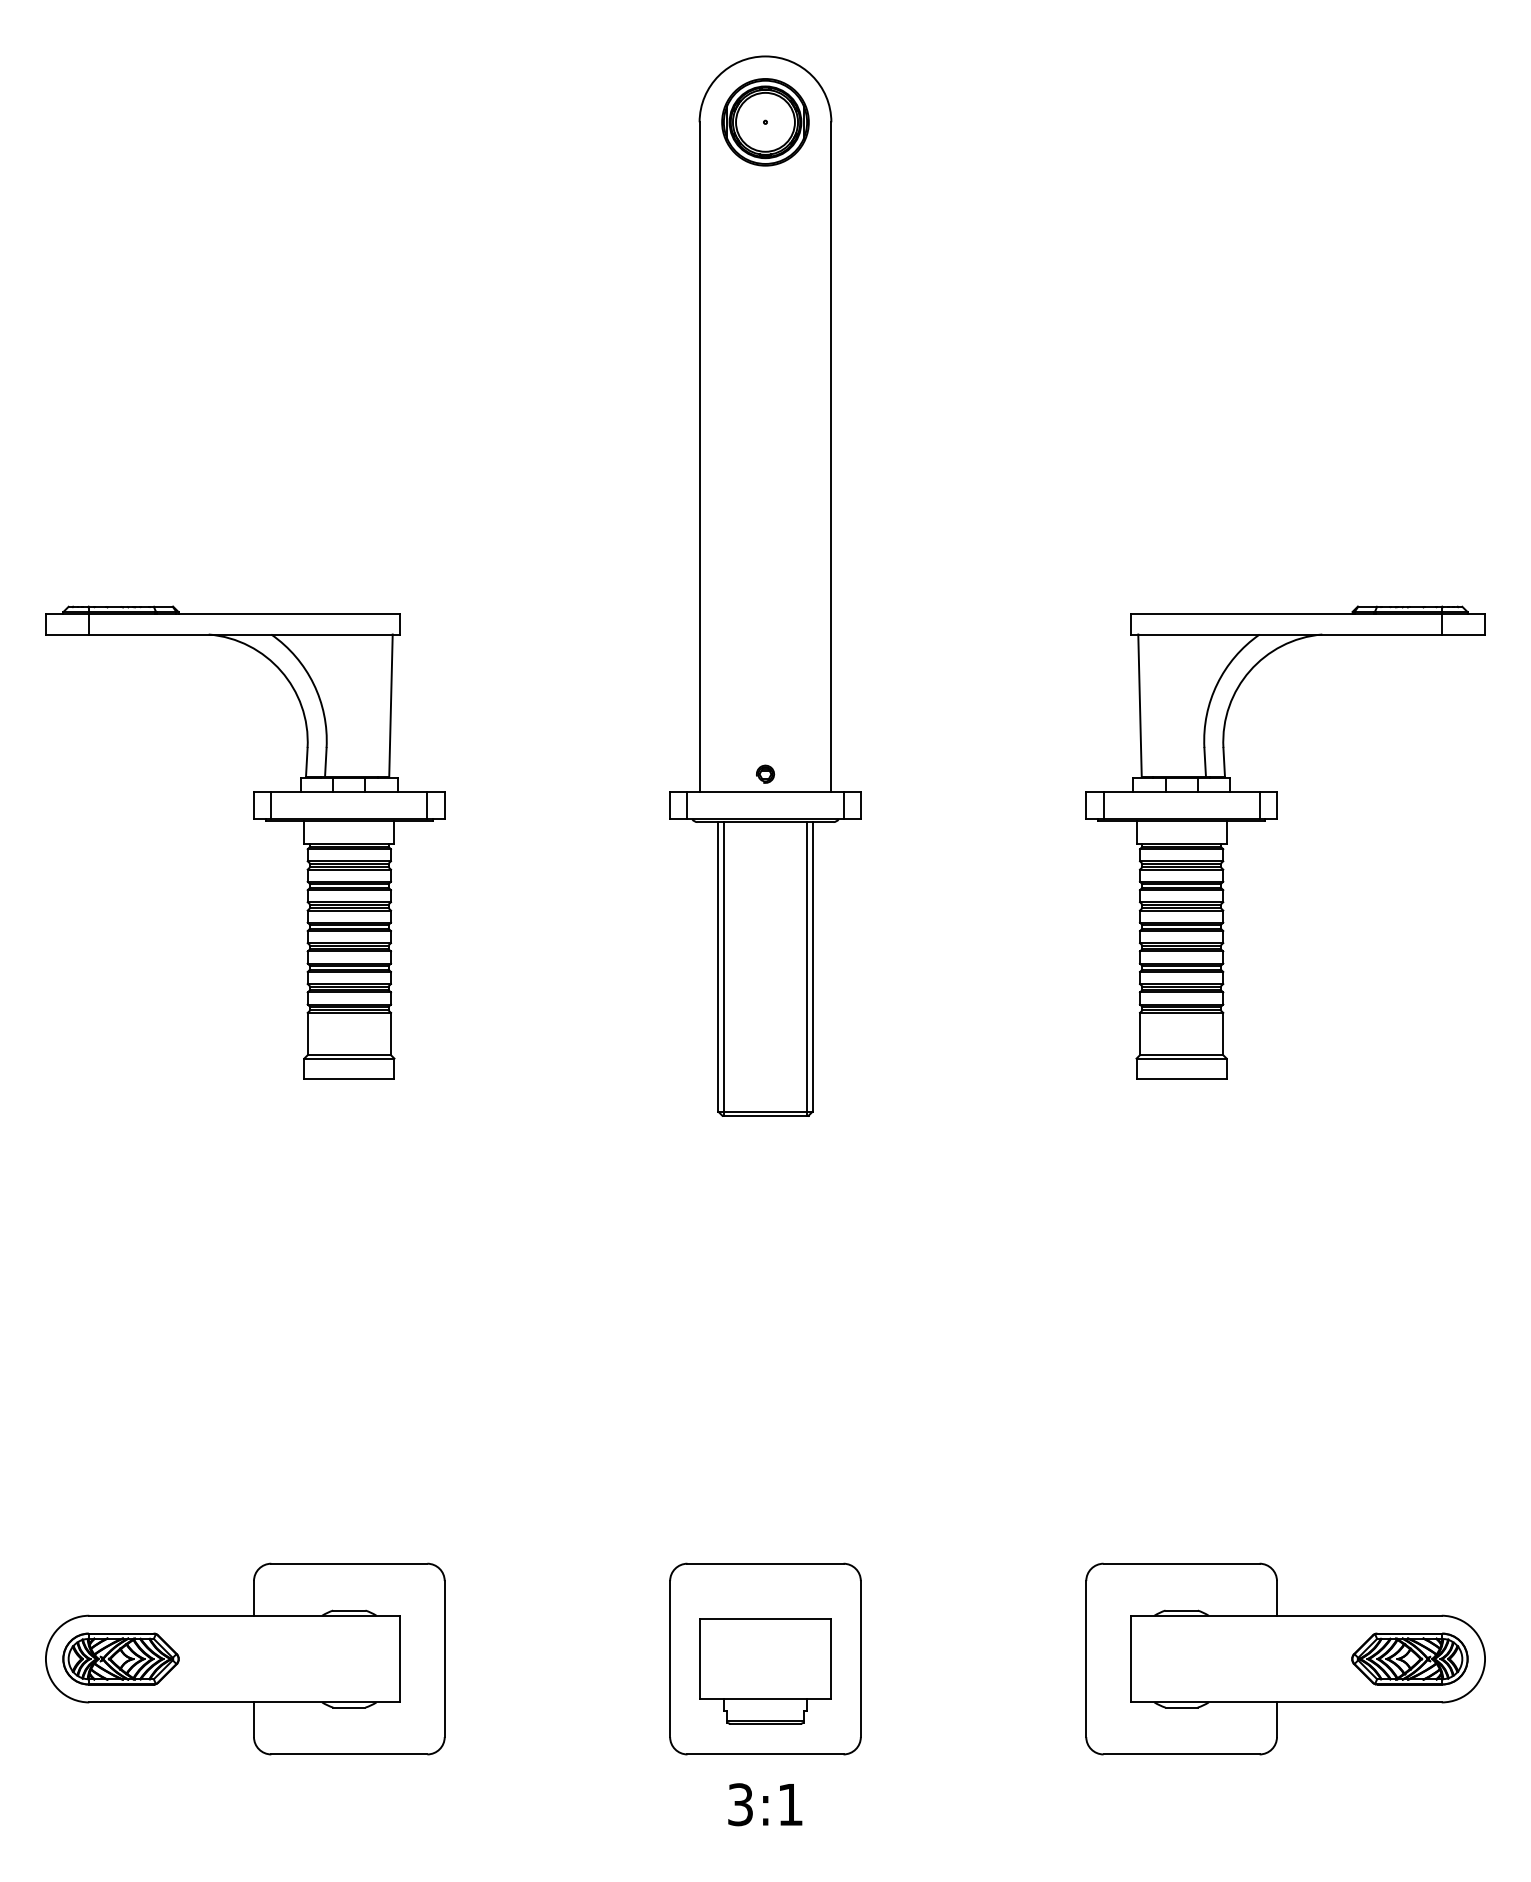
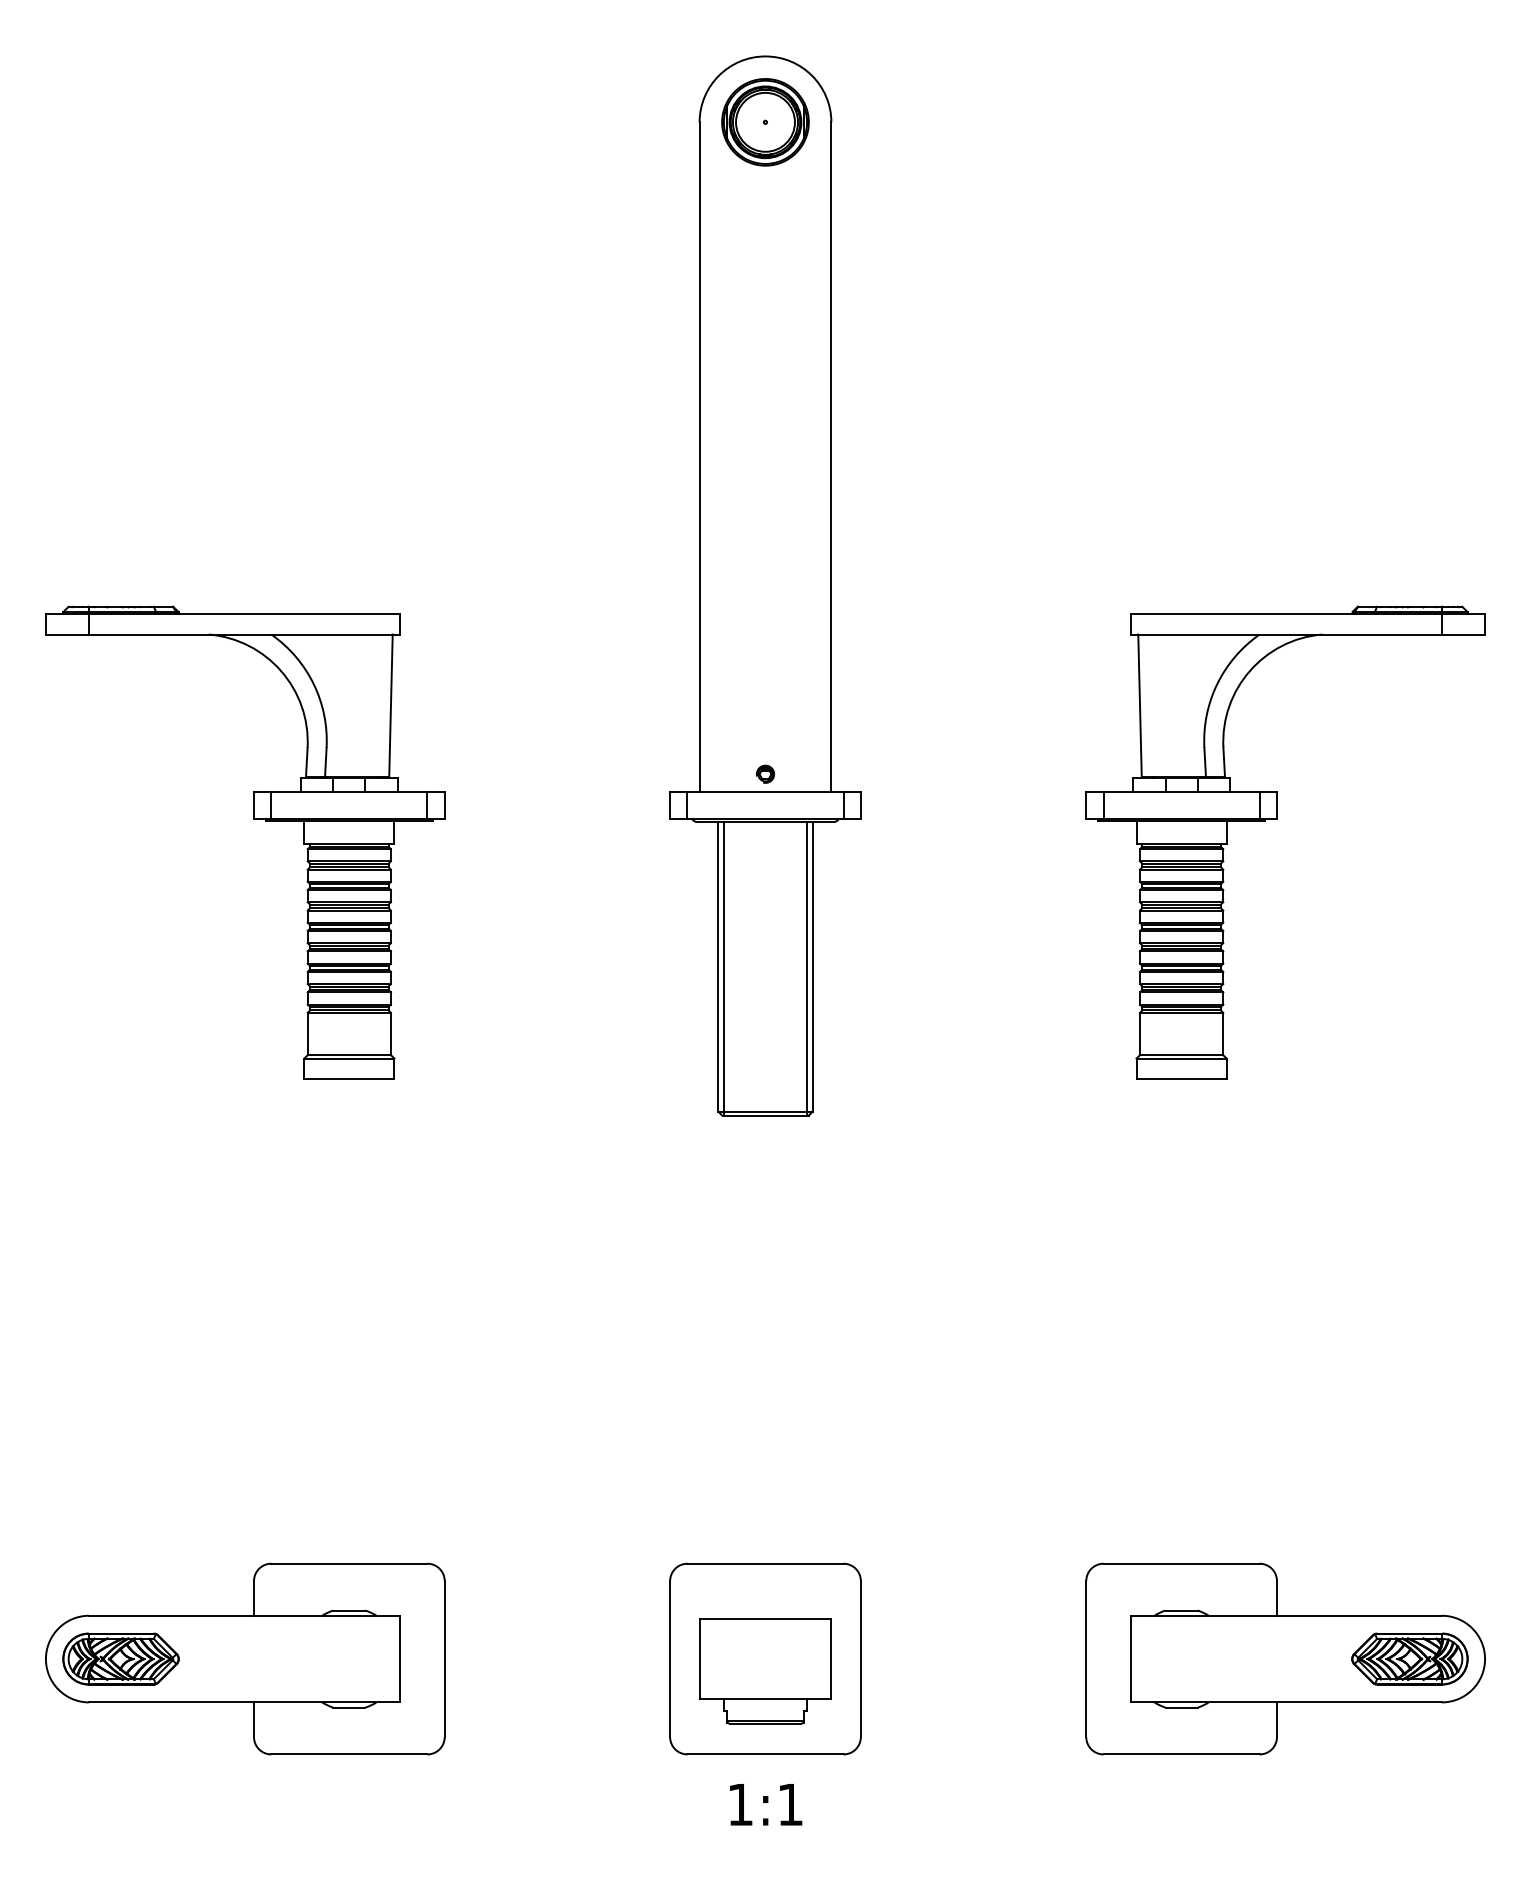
text at (740, 1804): 3:1 -> 1:1
